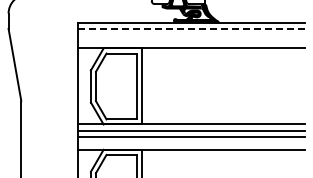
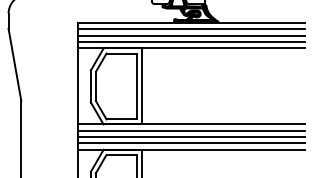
line at (192, 29): dashed -> solid
line at (191, 35): none -> present
line at (191, 42): none -> present
line at (191, 143): none -> present
